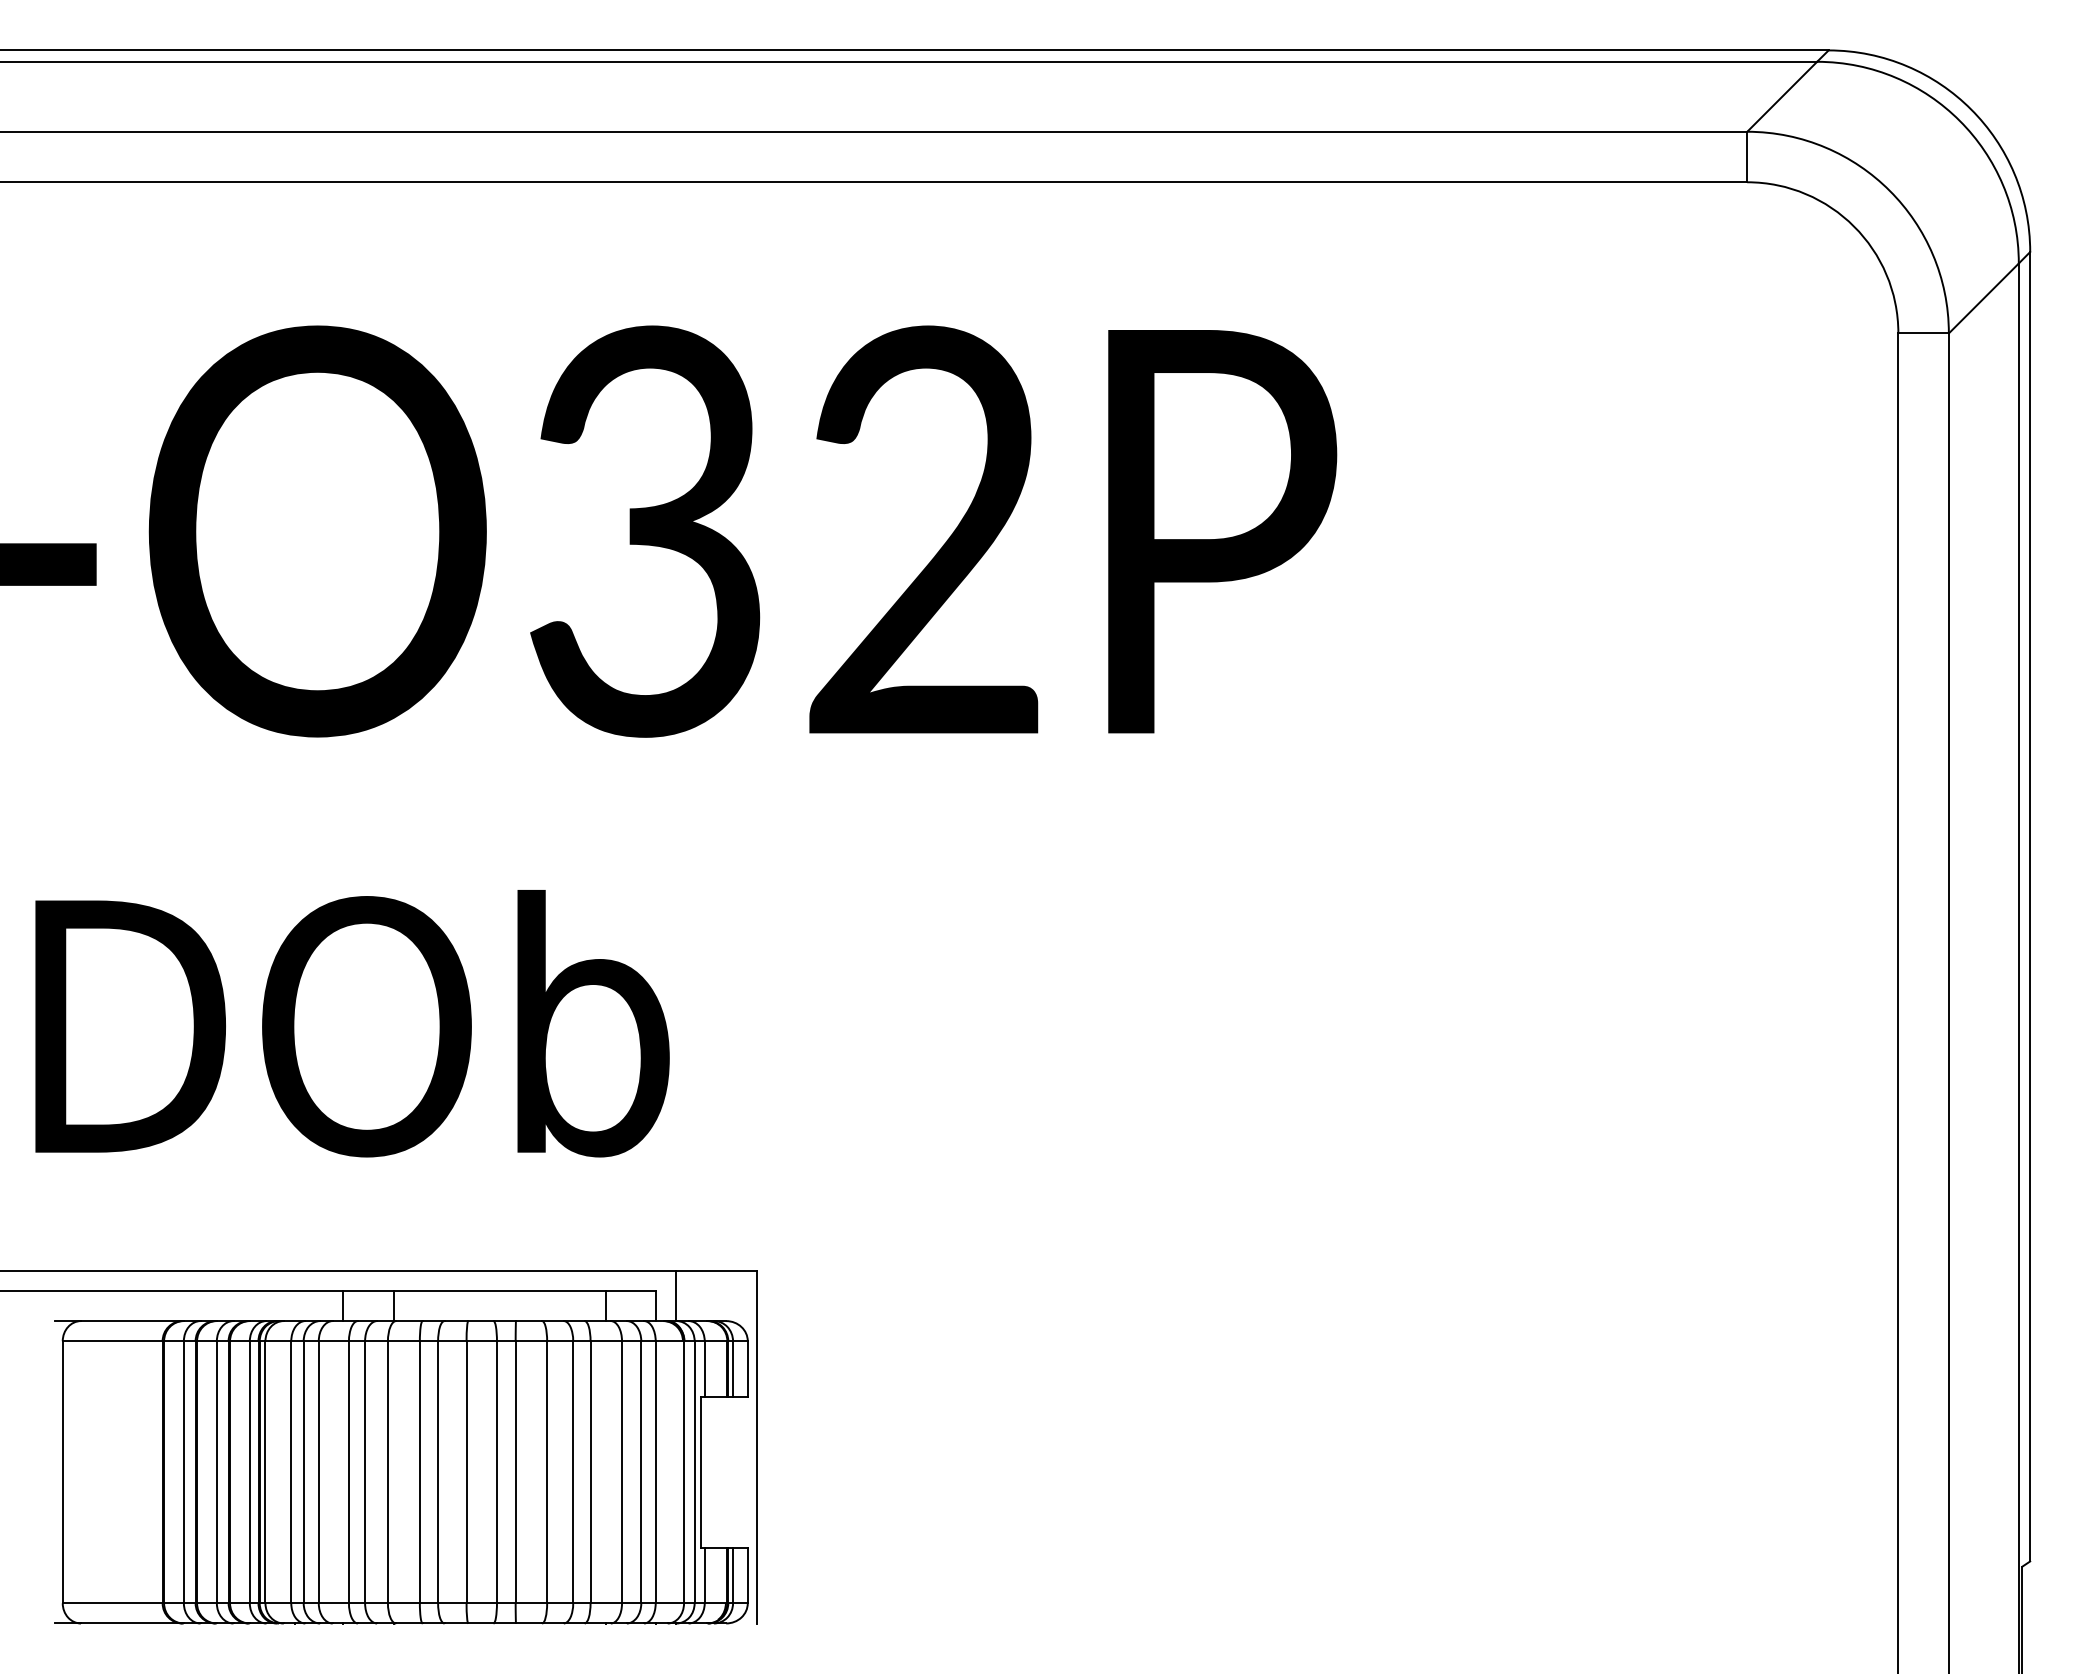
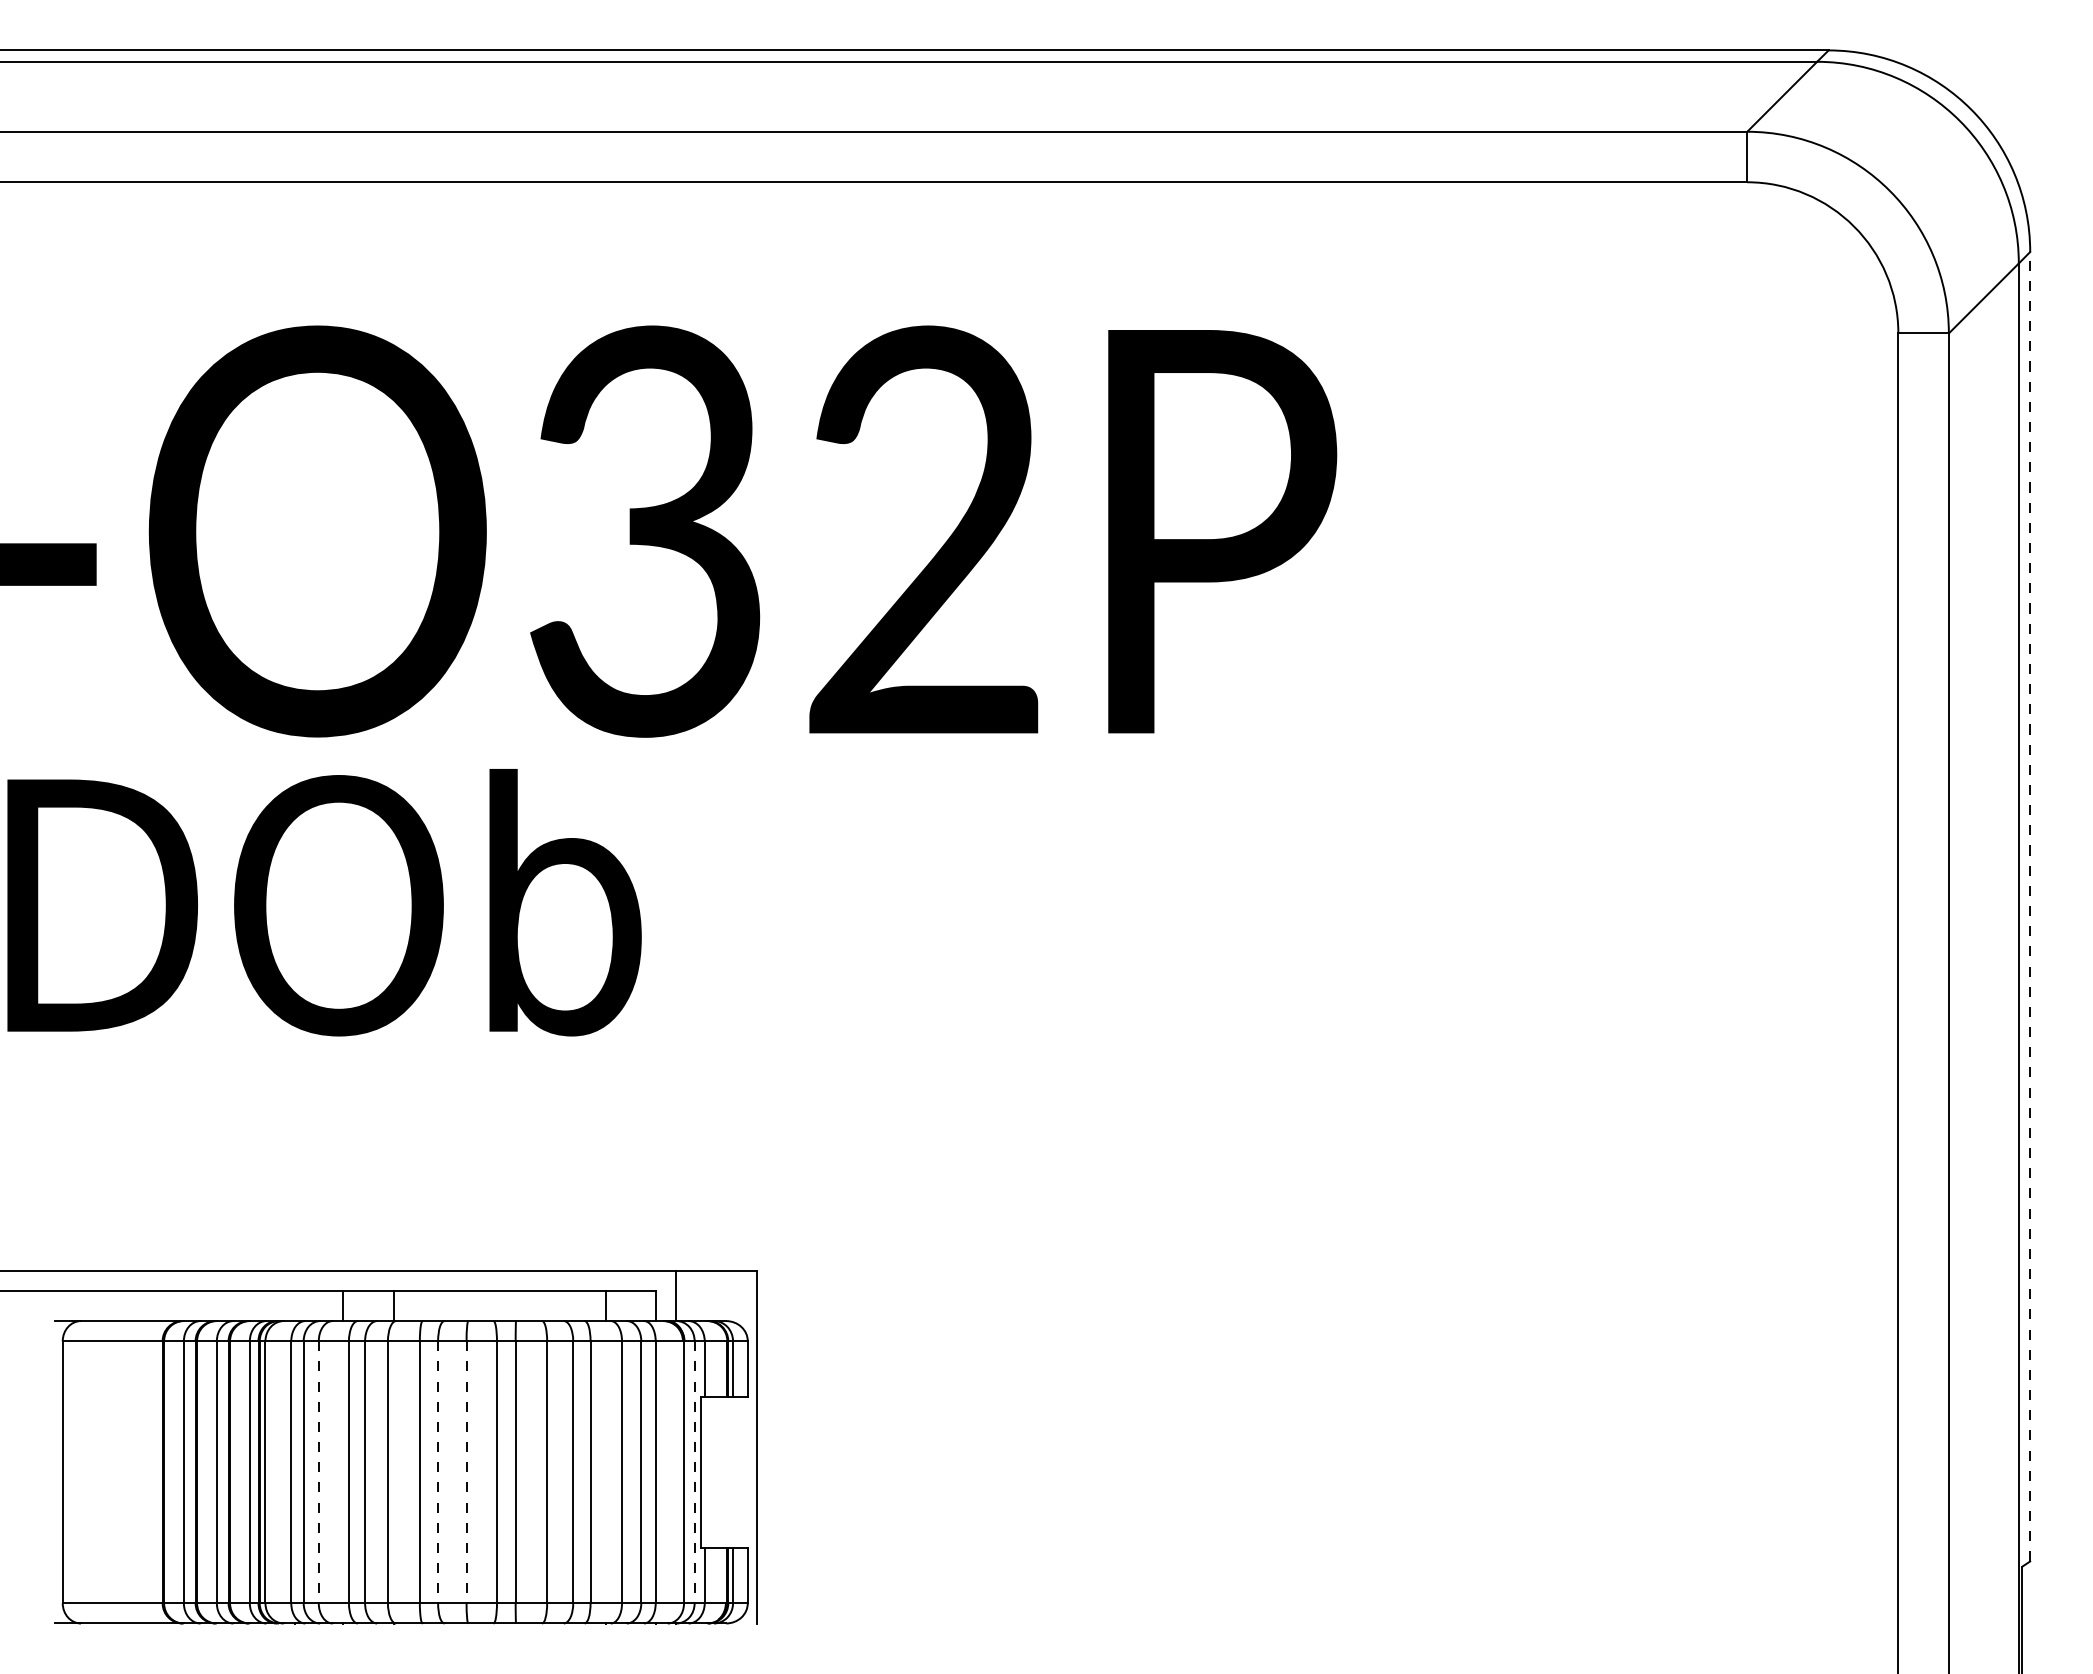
line at (2030, 906): solid -> dashed
text at (352, 1023) position: (352, 1023) -> (324, 902)
line at (318, 1472): solid -> dashed
line at (438, 1472): solid -> dashed
line at (466, 1472): solid -> dashed
line at (694, 1472): solid -> dashed
